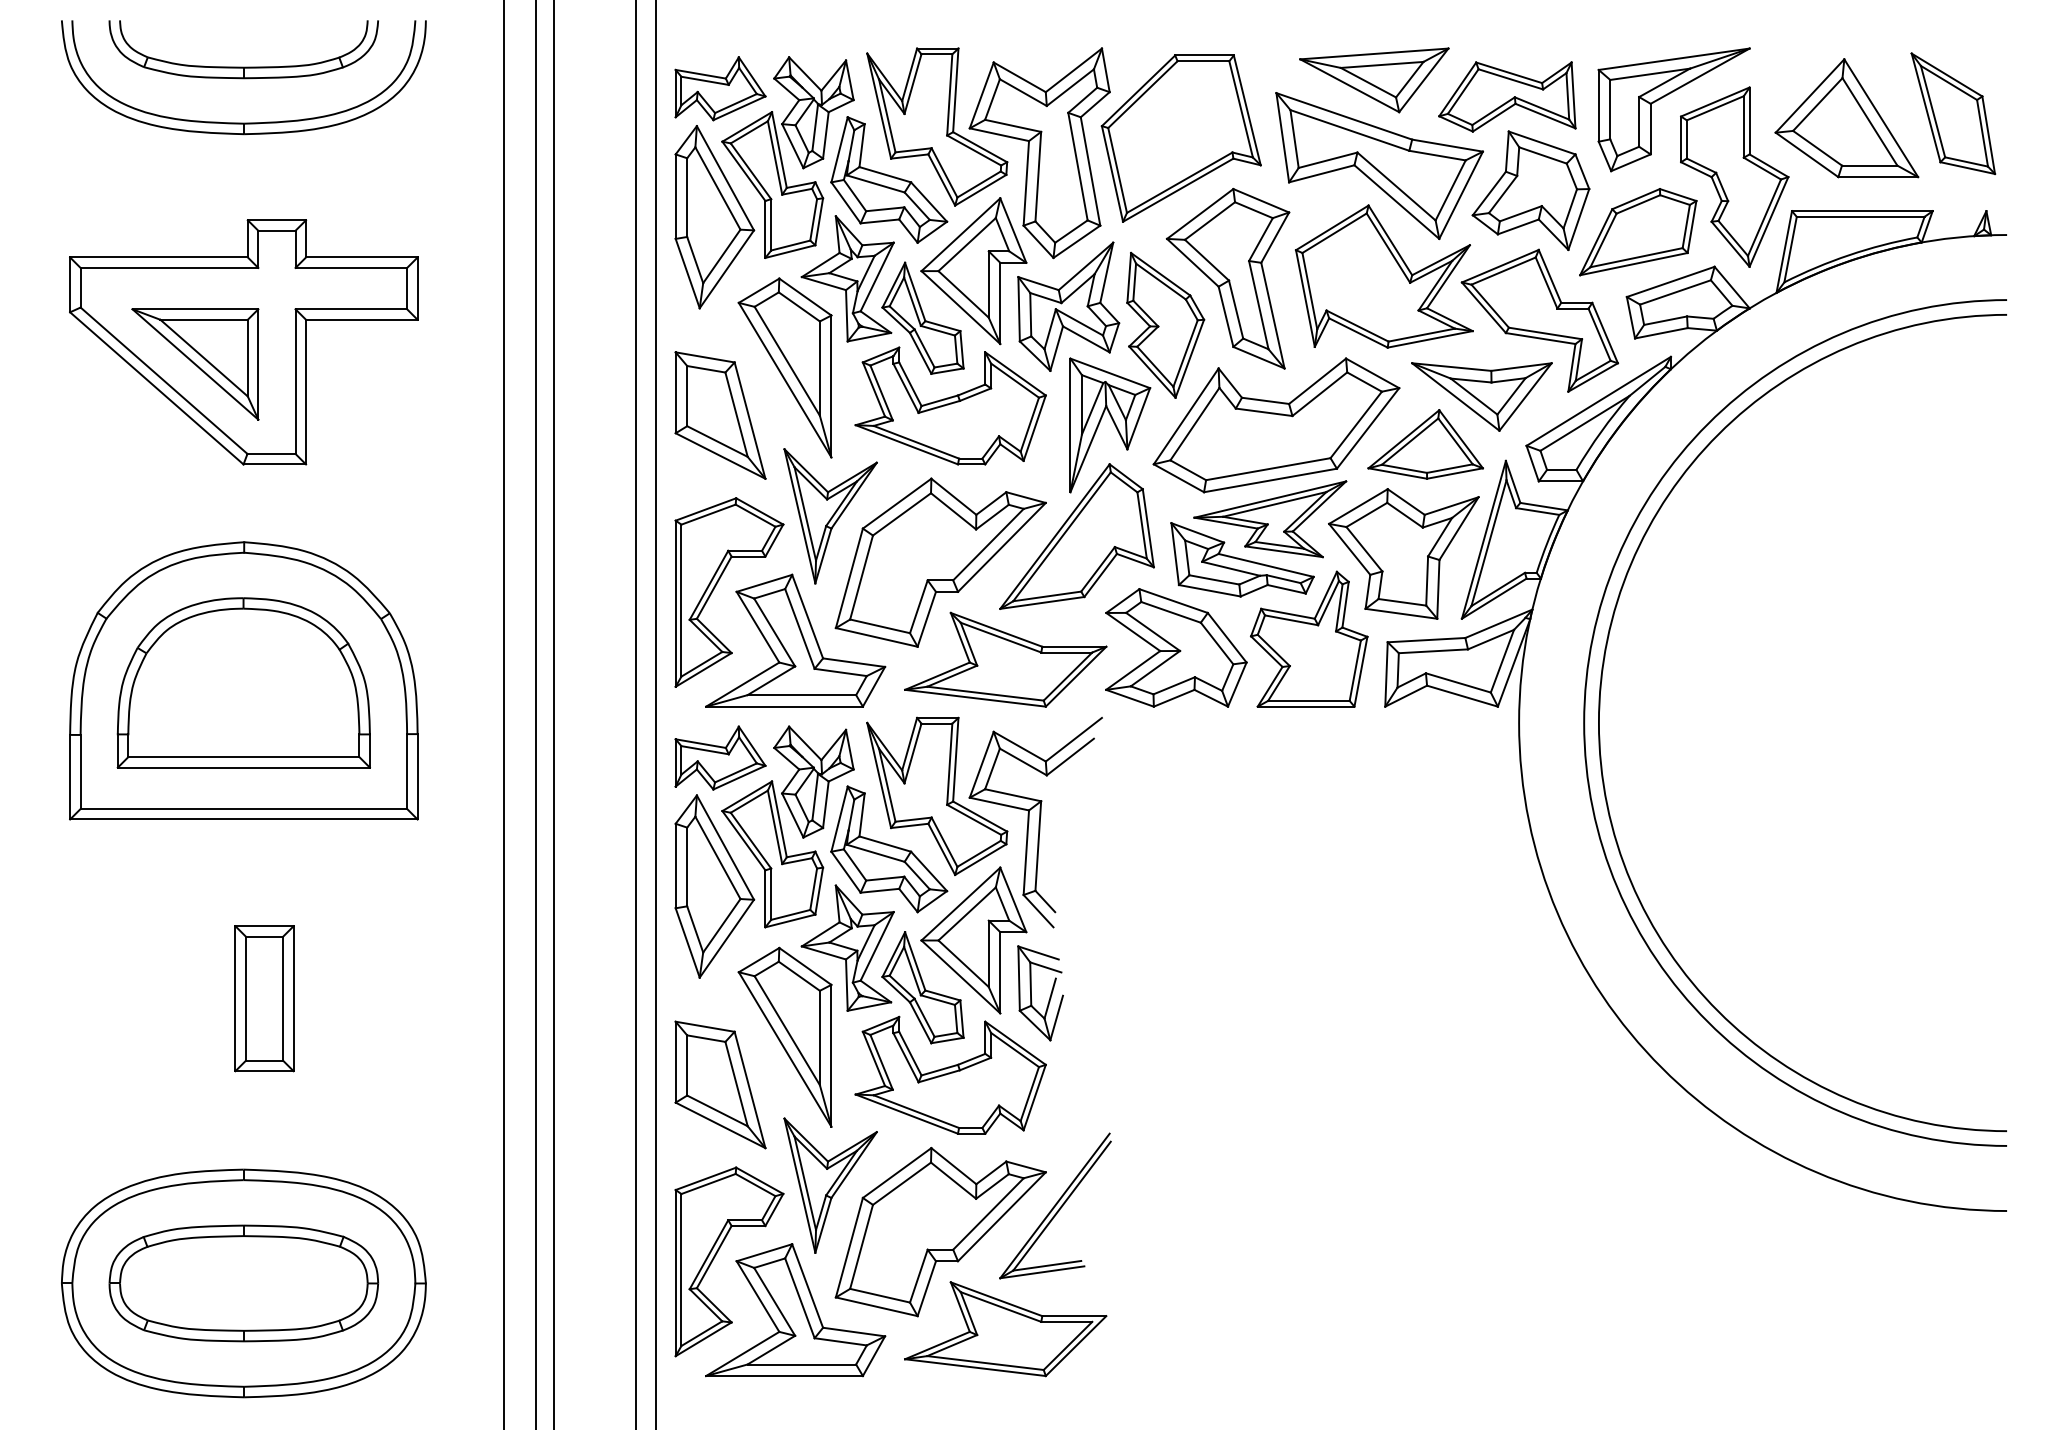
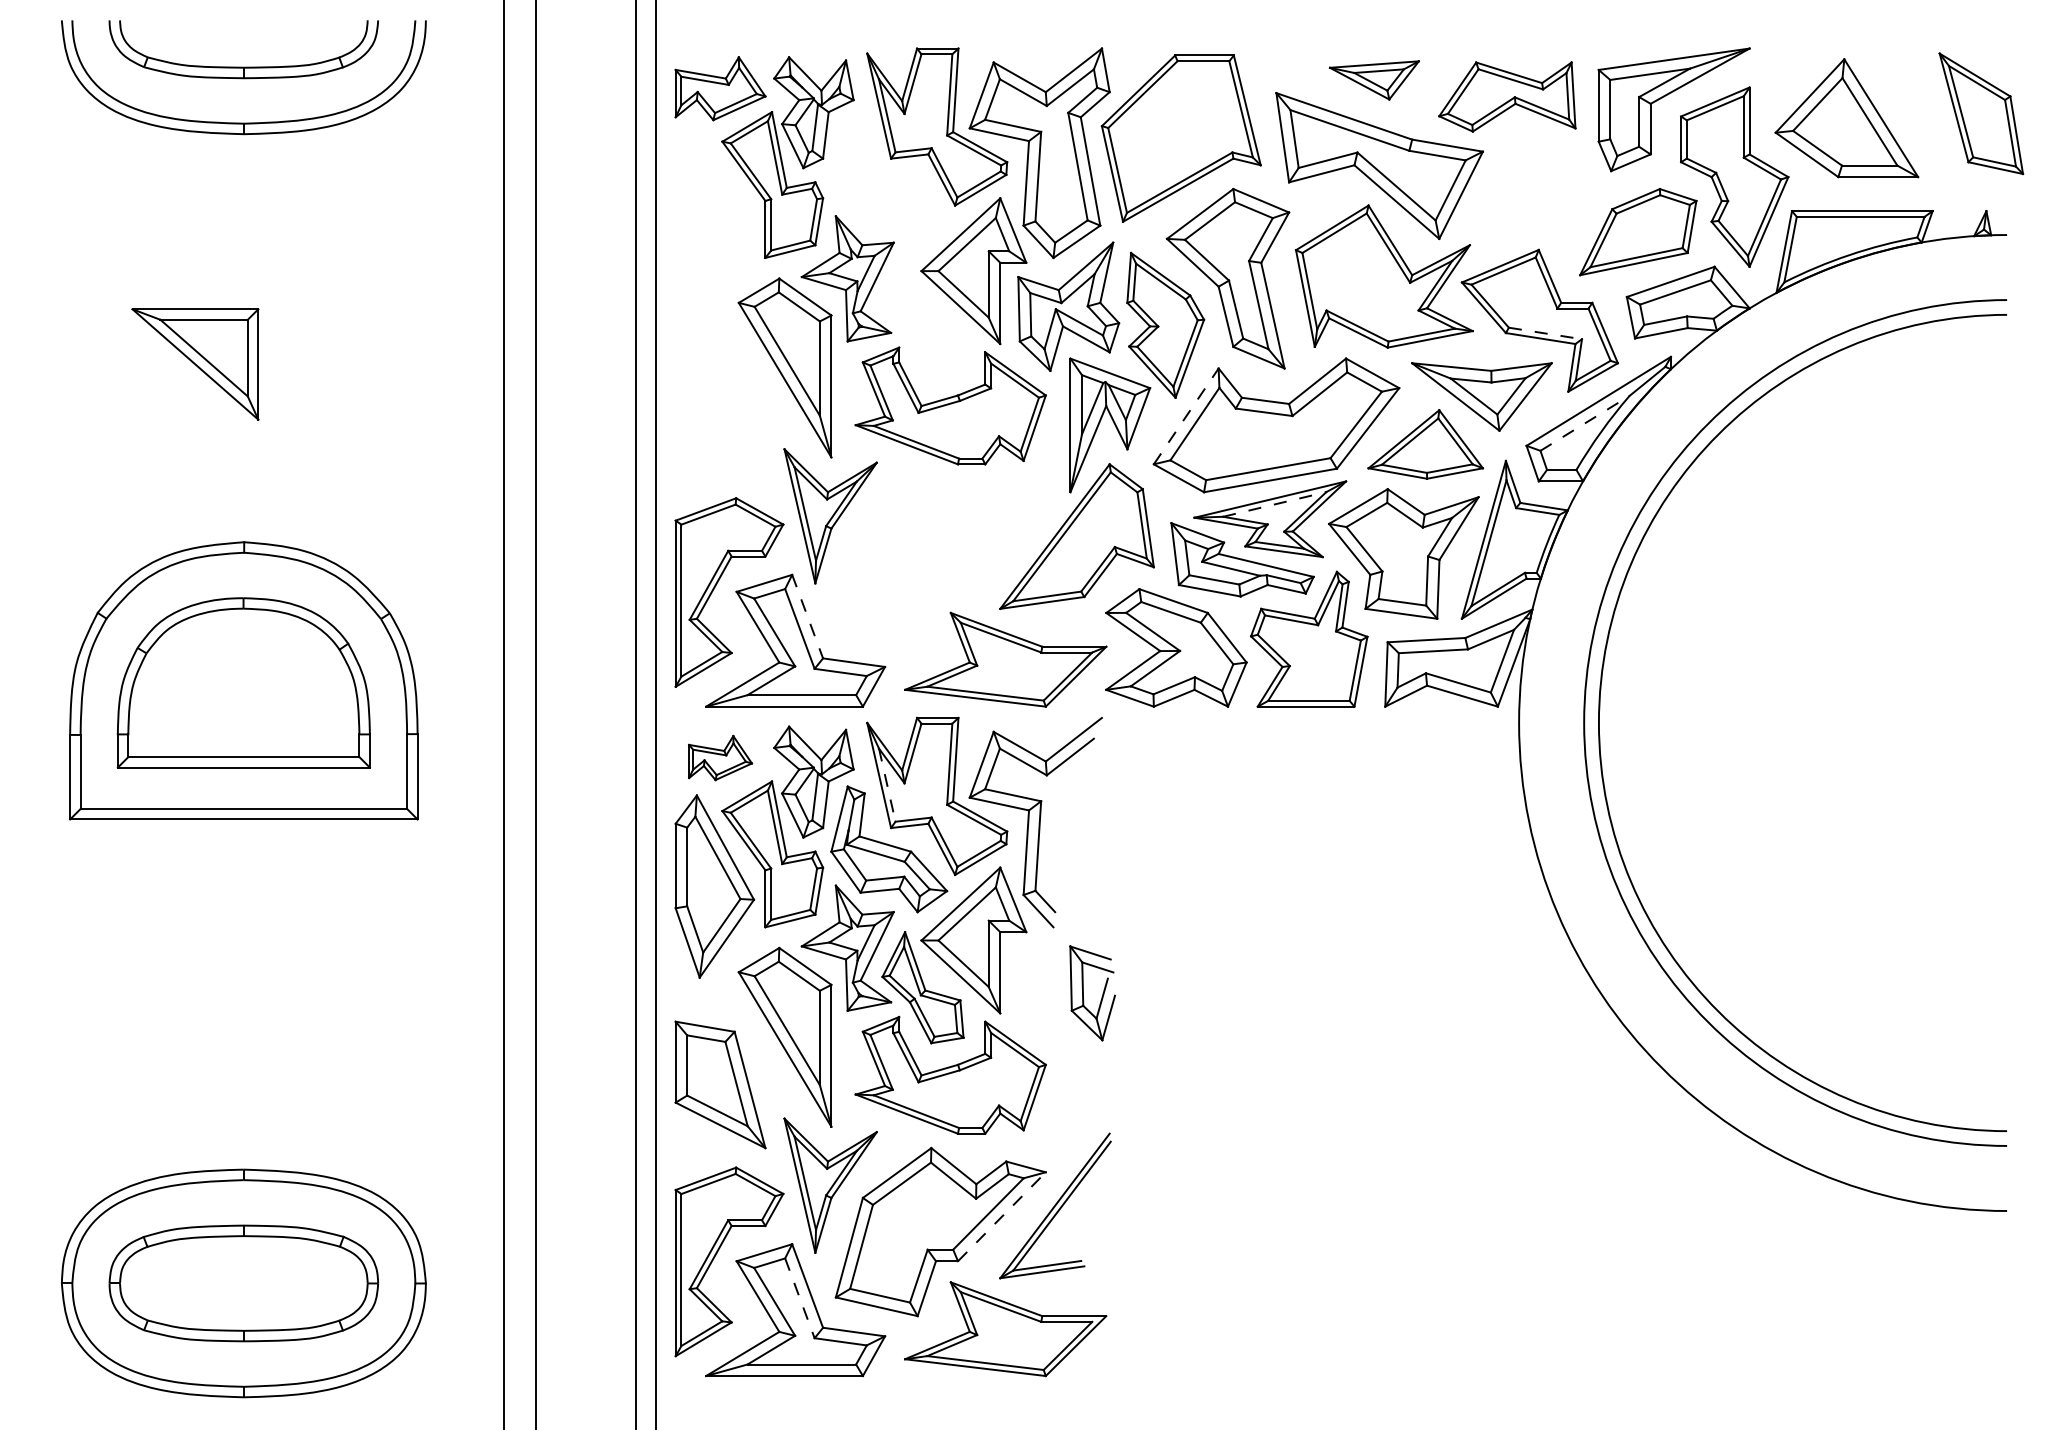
part at (1374, 80) size: 151x67 px -> 92x41 px
part at (1953, 113) position: (1953, 113) -> (1981, 113)
part at (889, 179): present -> none
part at (1530, 190): present -> none
part at (714, 217): present -> none
part at (922, 317): present -> none
line at (1545, 333): solid -> dashed
part at (243, 342): present -> none
part at (720, 415): present -> none
line at (1186, 416): solid -> dashed
line at (1585, 423): solid -> dashed
line at (1275, 504): solid -> dashed
part at (940, 562): present -> none
line at (807, 616): solid -> dashed
line at (554, 714): present -> none
part at (720, 757) size: 93x66 px -> 66x47 px
line at (887, 785): solid -> dashed
part at (1031, 993) position: (1031, 993) -> (1083, 993)
part at (264, 998): present -> none
line at (1002, 1216): solid -> dashed
line at (799, 1298): solid -> dashed
